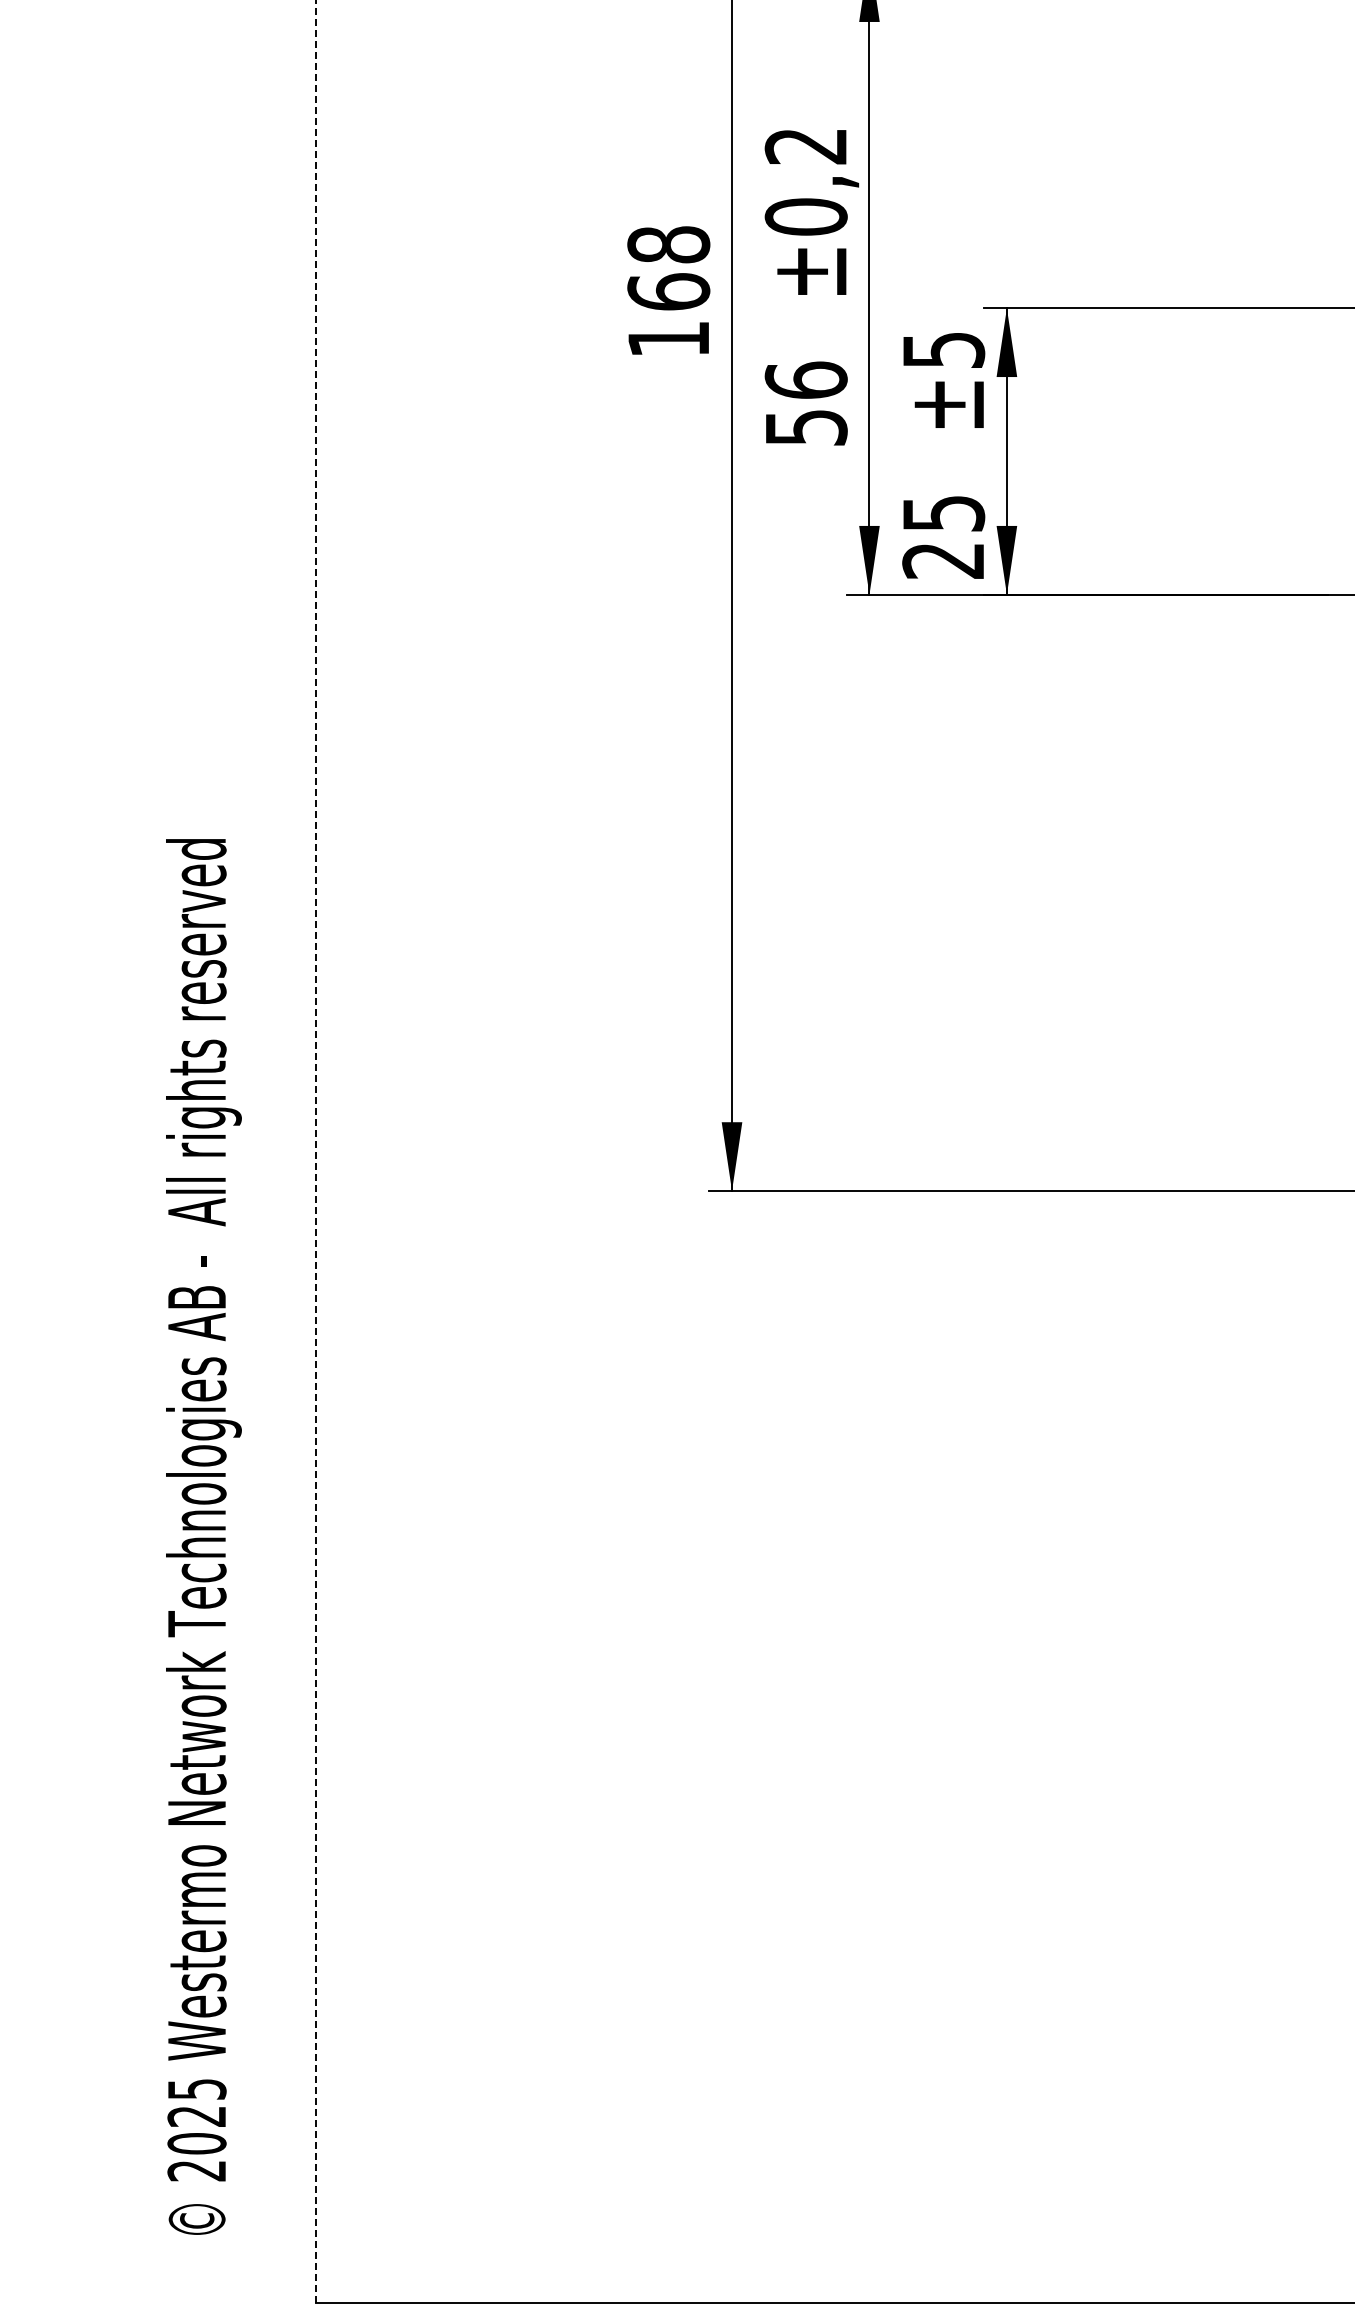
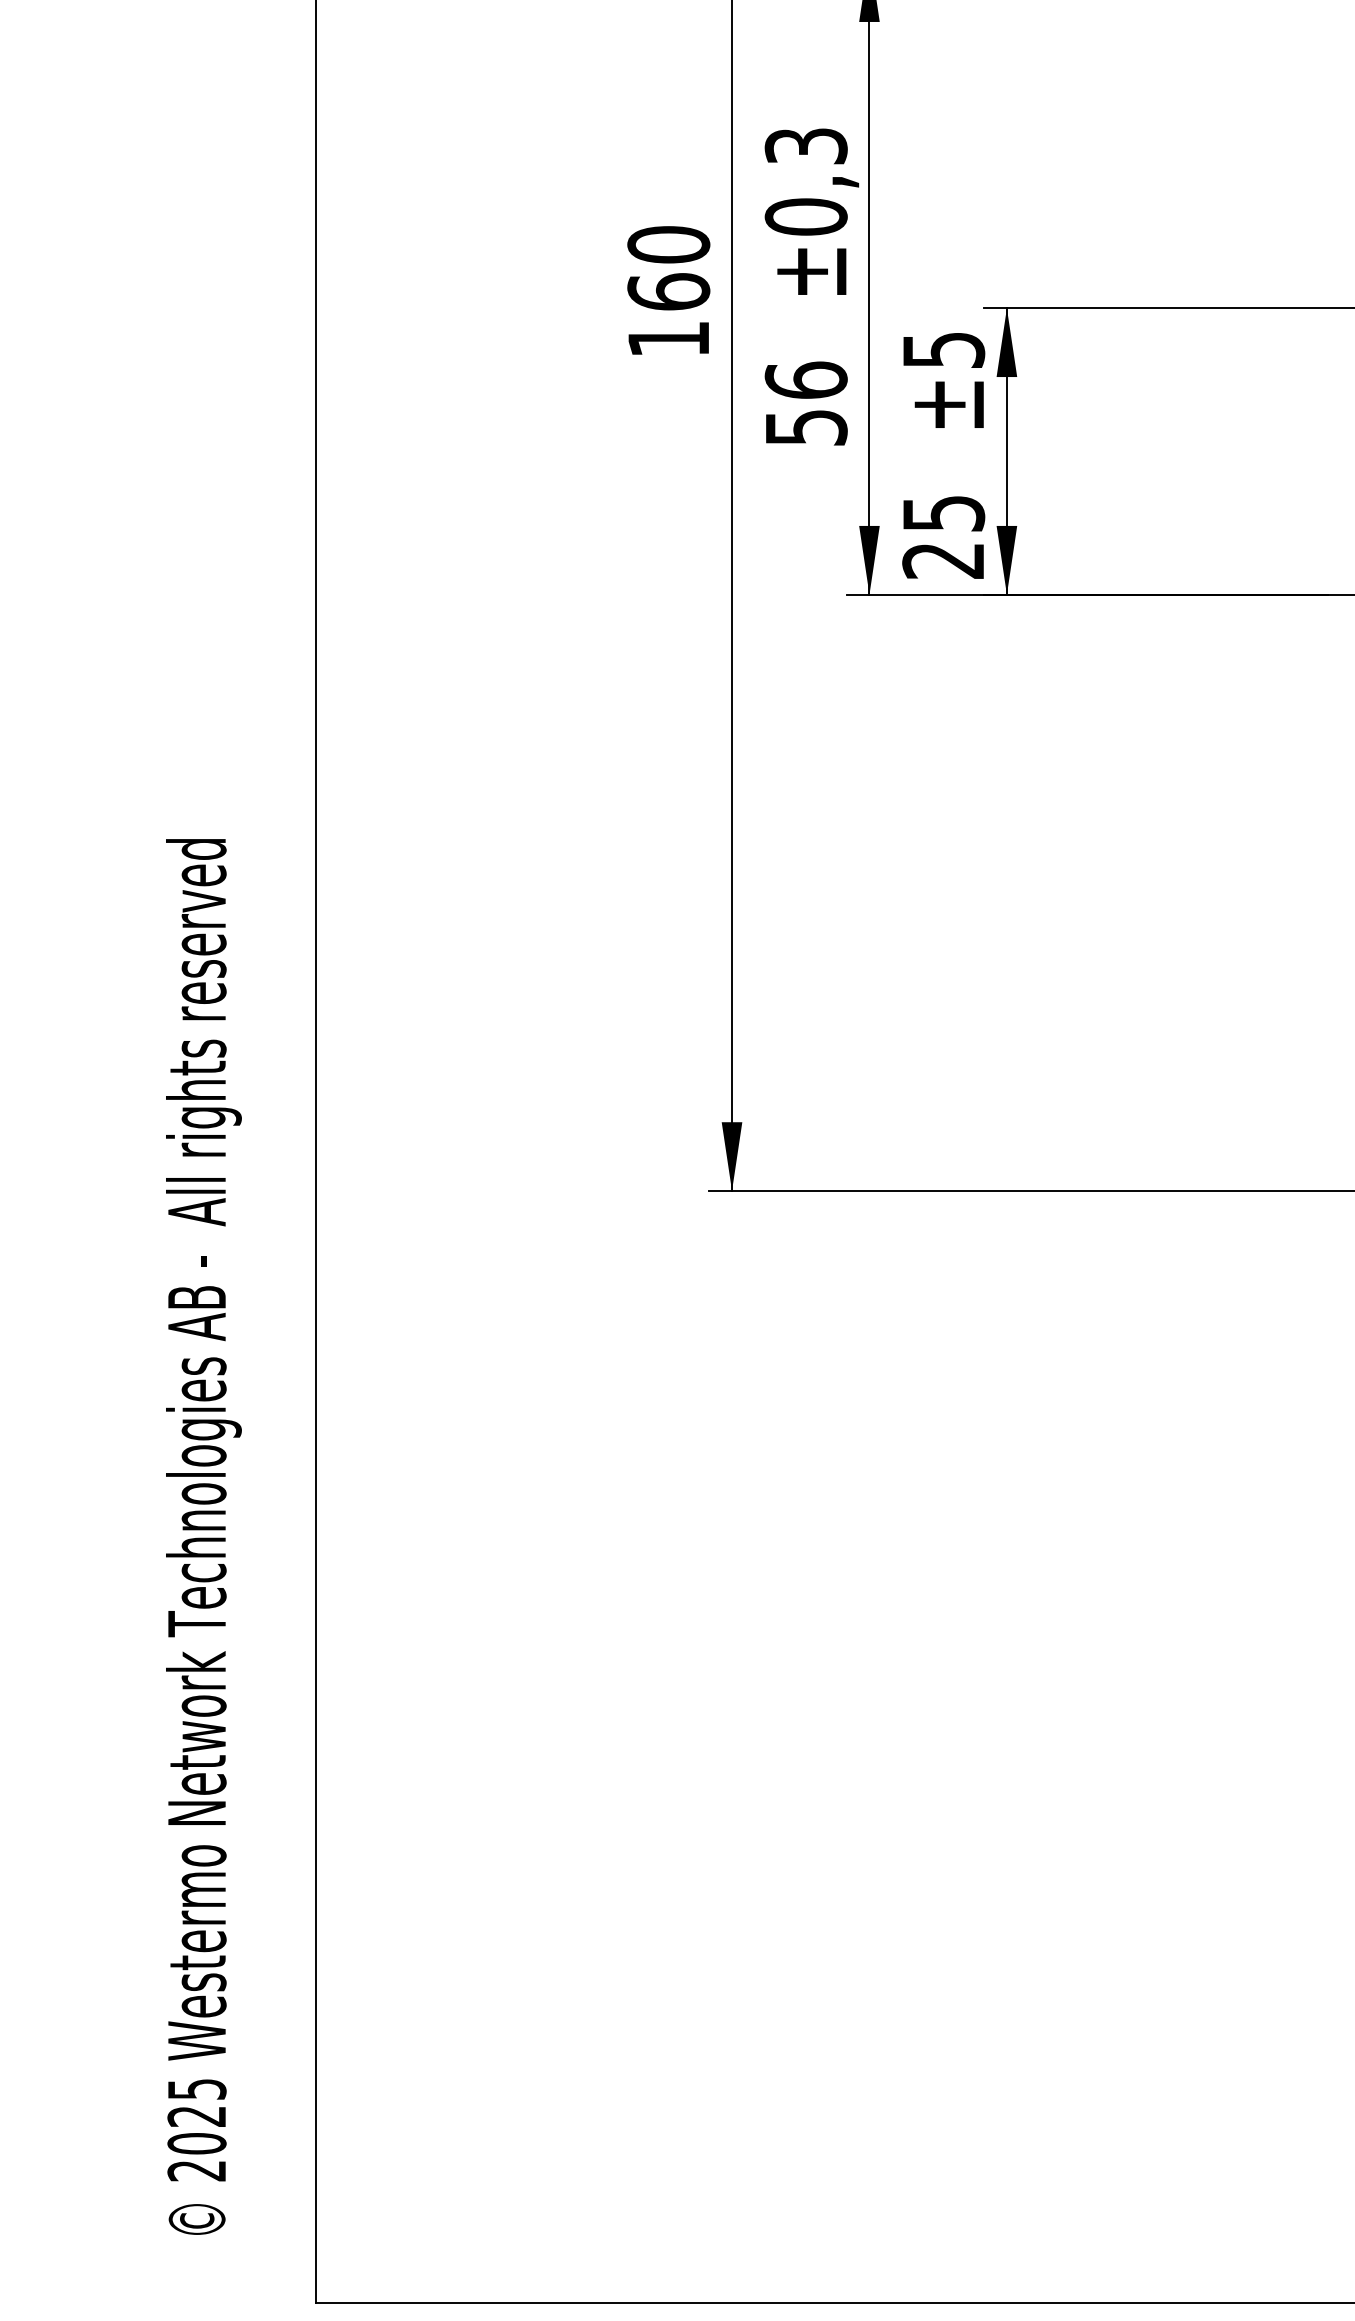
text at (805, 146): ±0,2 -> ±0,3
text at (668, 244): 168 -> 160
line at (316, 1151): dashed -> solid
